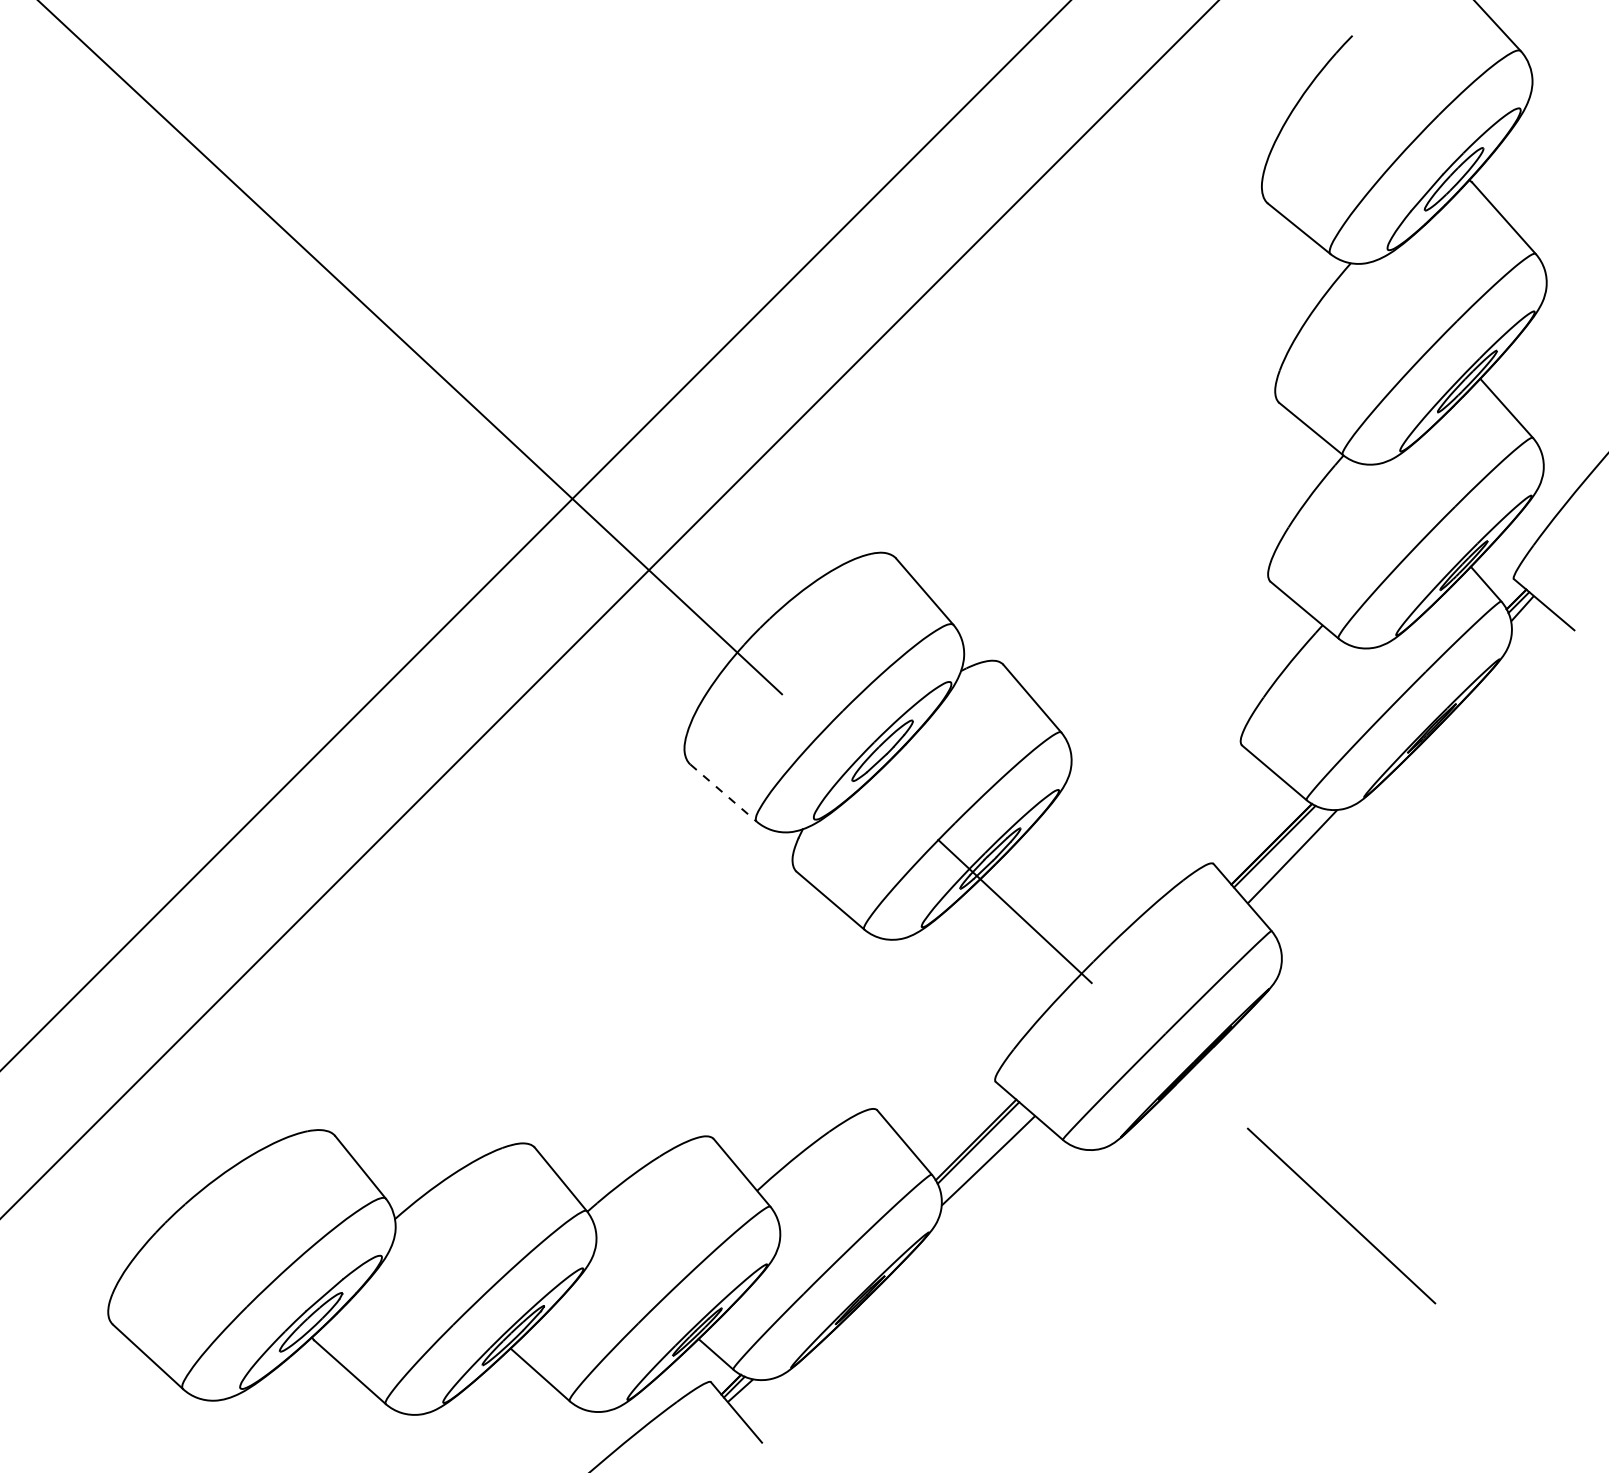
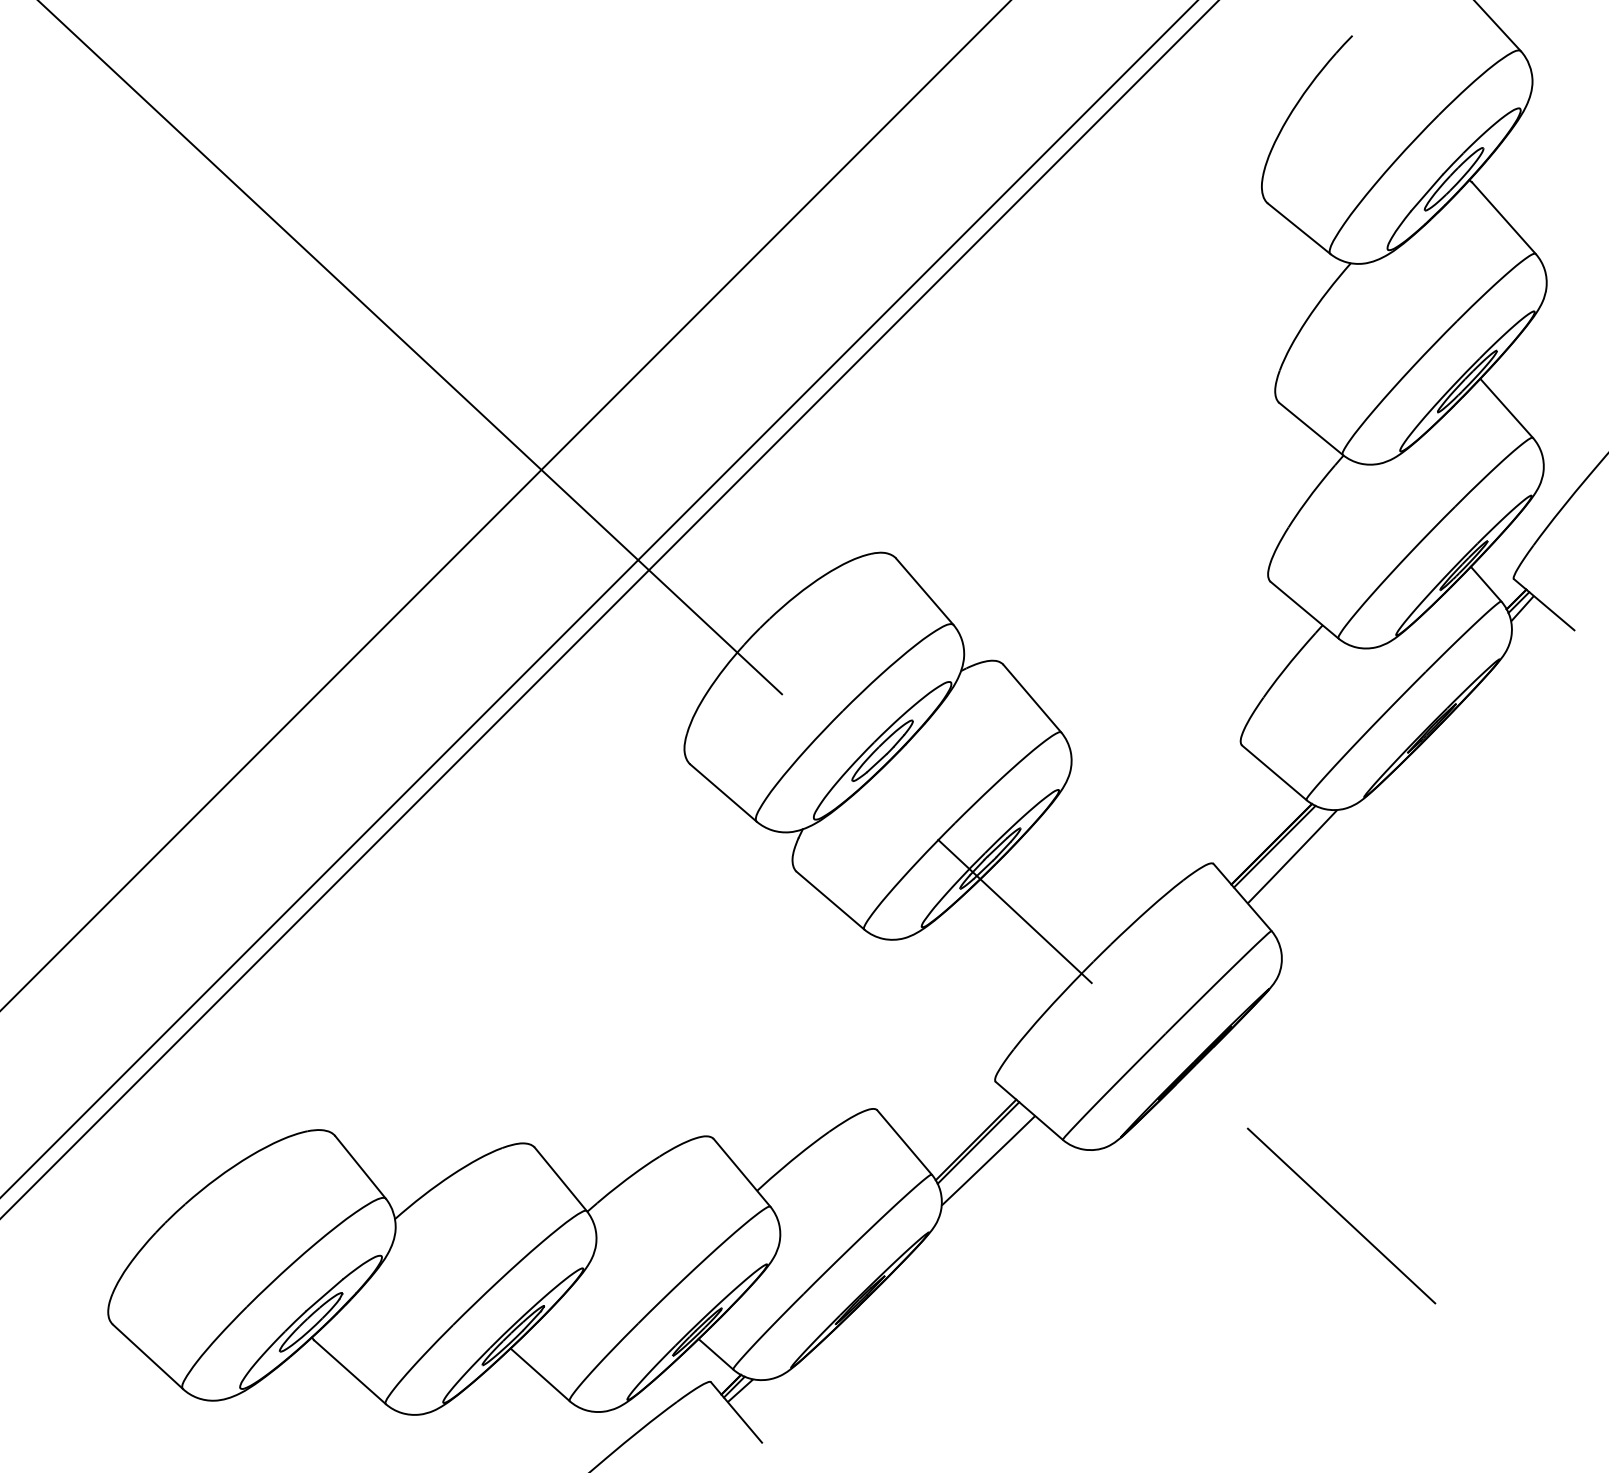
line at (535, 535) position: (535, 535) -> (505, 505)
line at (598, 599): none -> present
line at (723, 793): dashed -> solid
